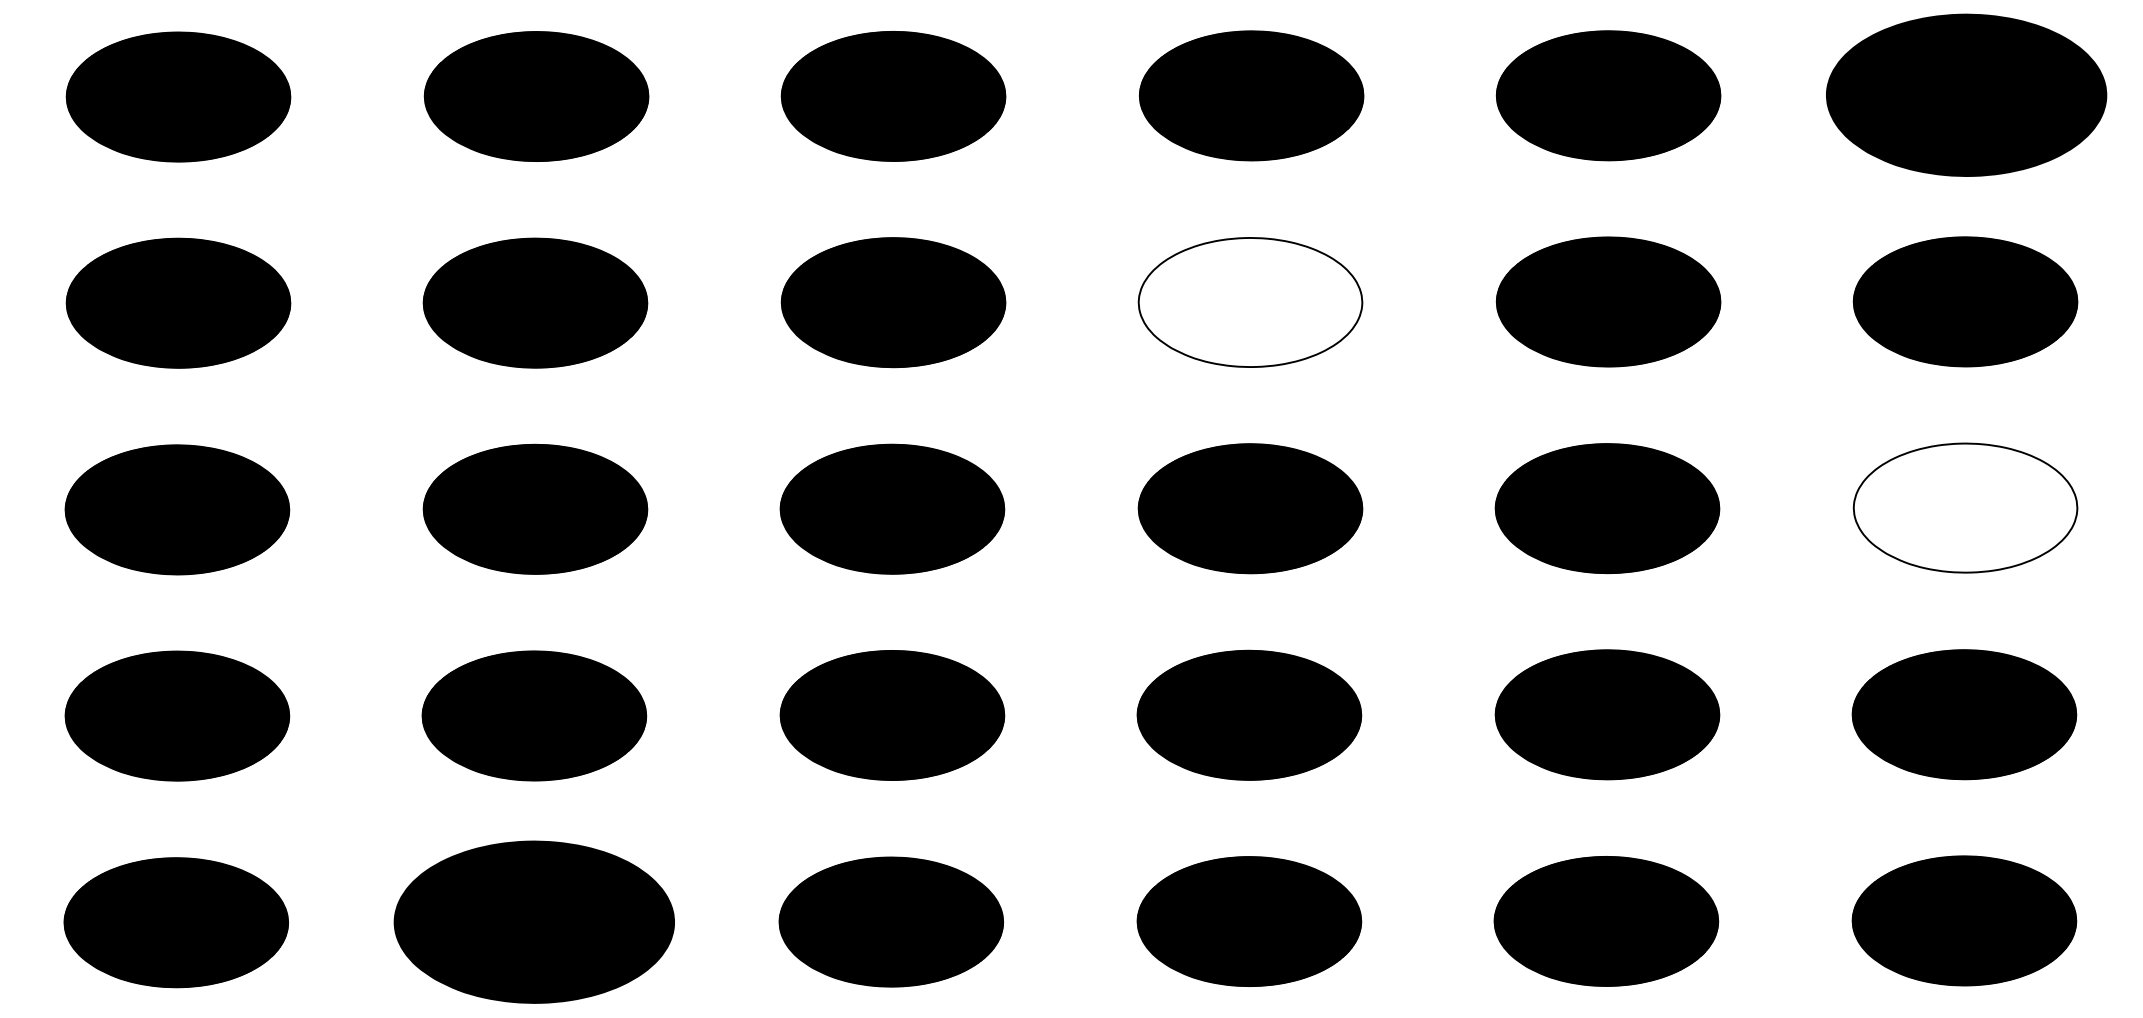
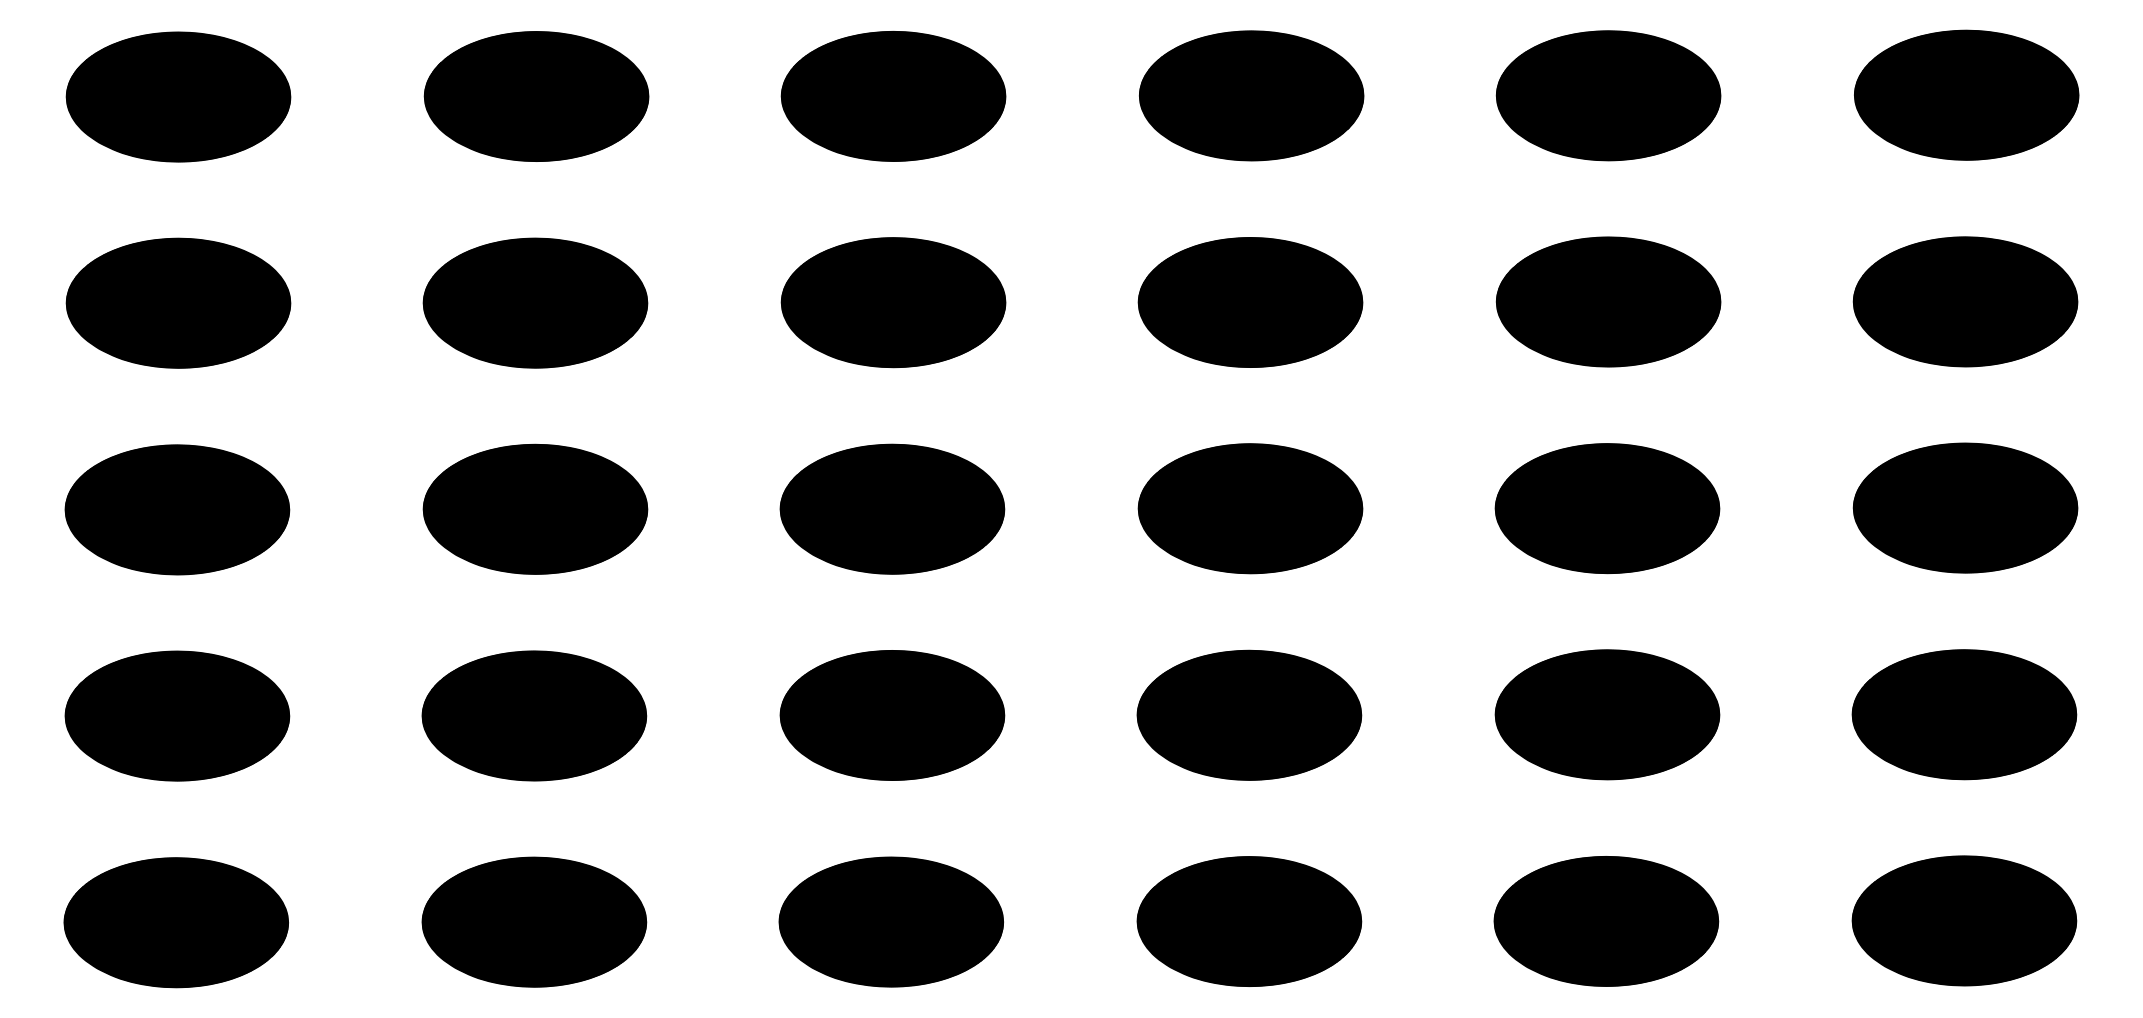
part at (1966, 94) size: 282x164 px -> 226x132 px
hatch at (1250, 302): none -> present
hatch at (1965, 507): none -> present
part at (533, 921) size: 282x164 px -> 227x132 px
